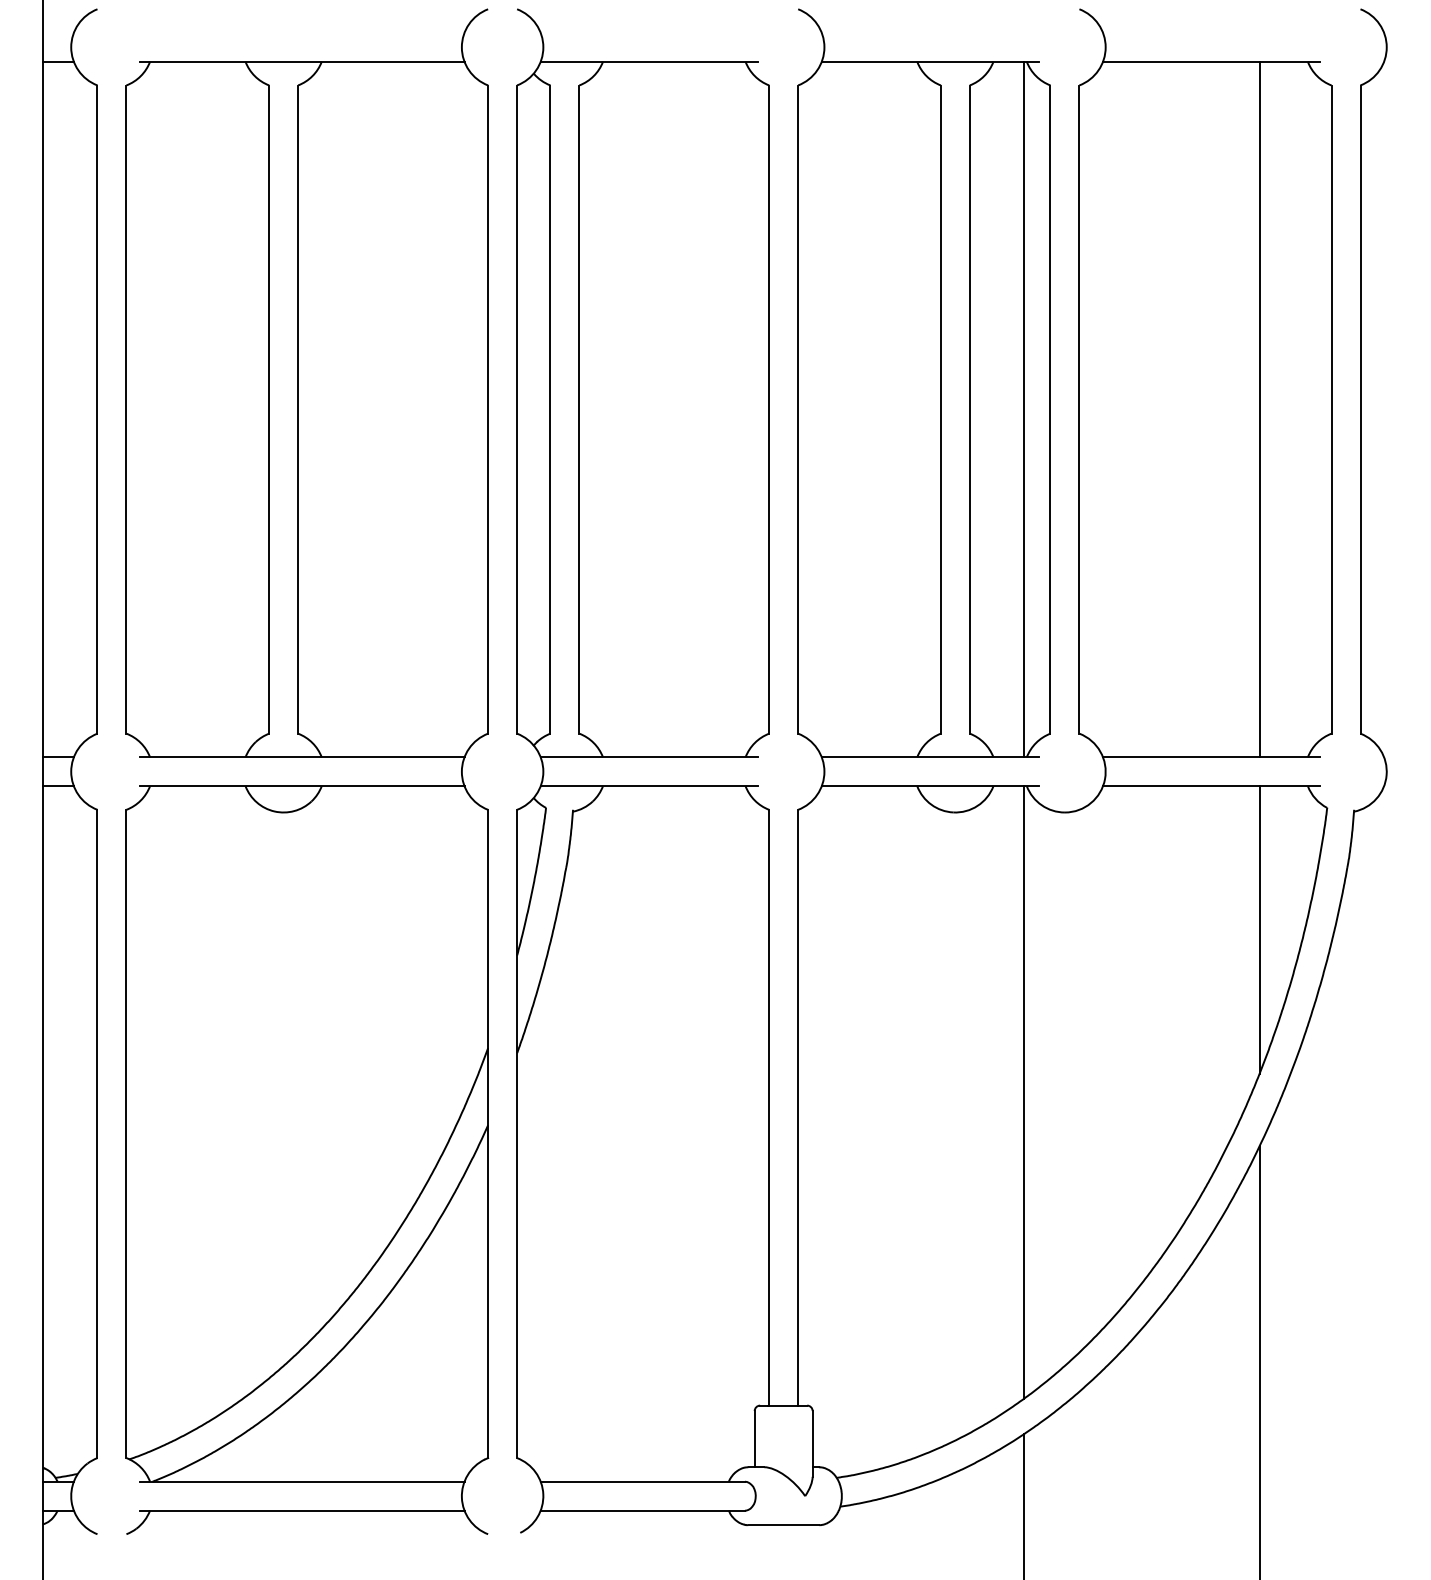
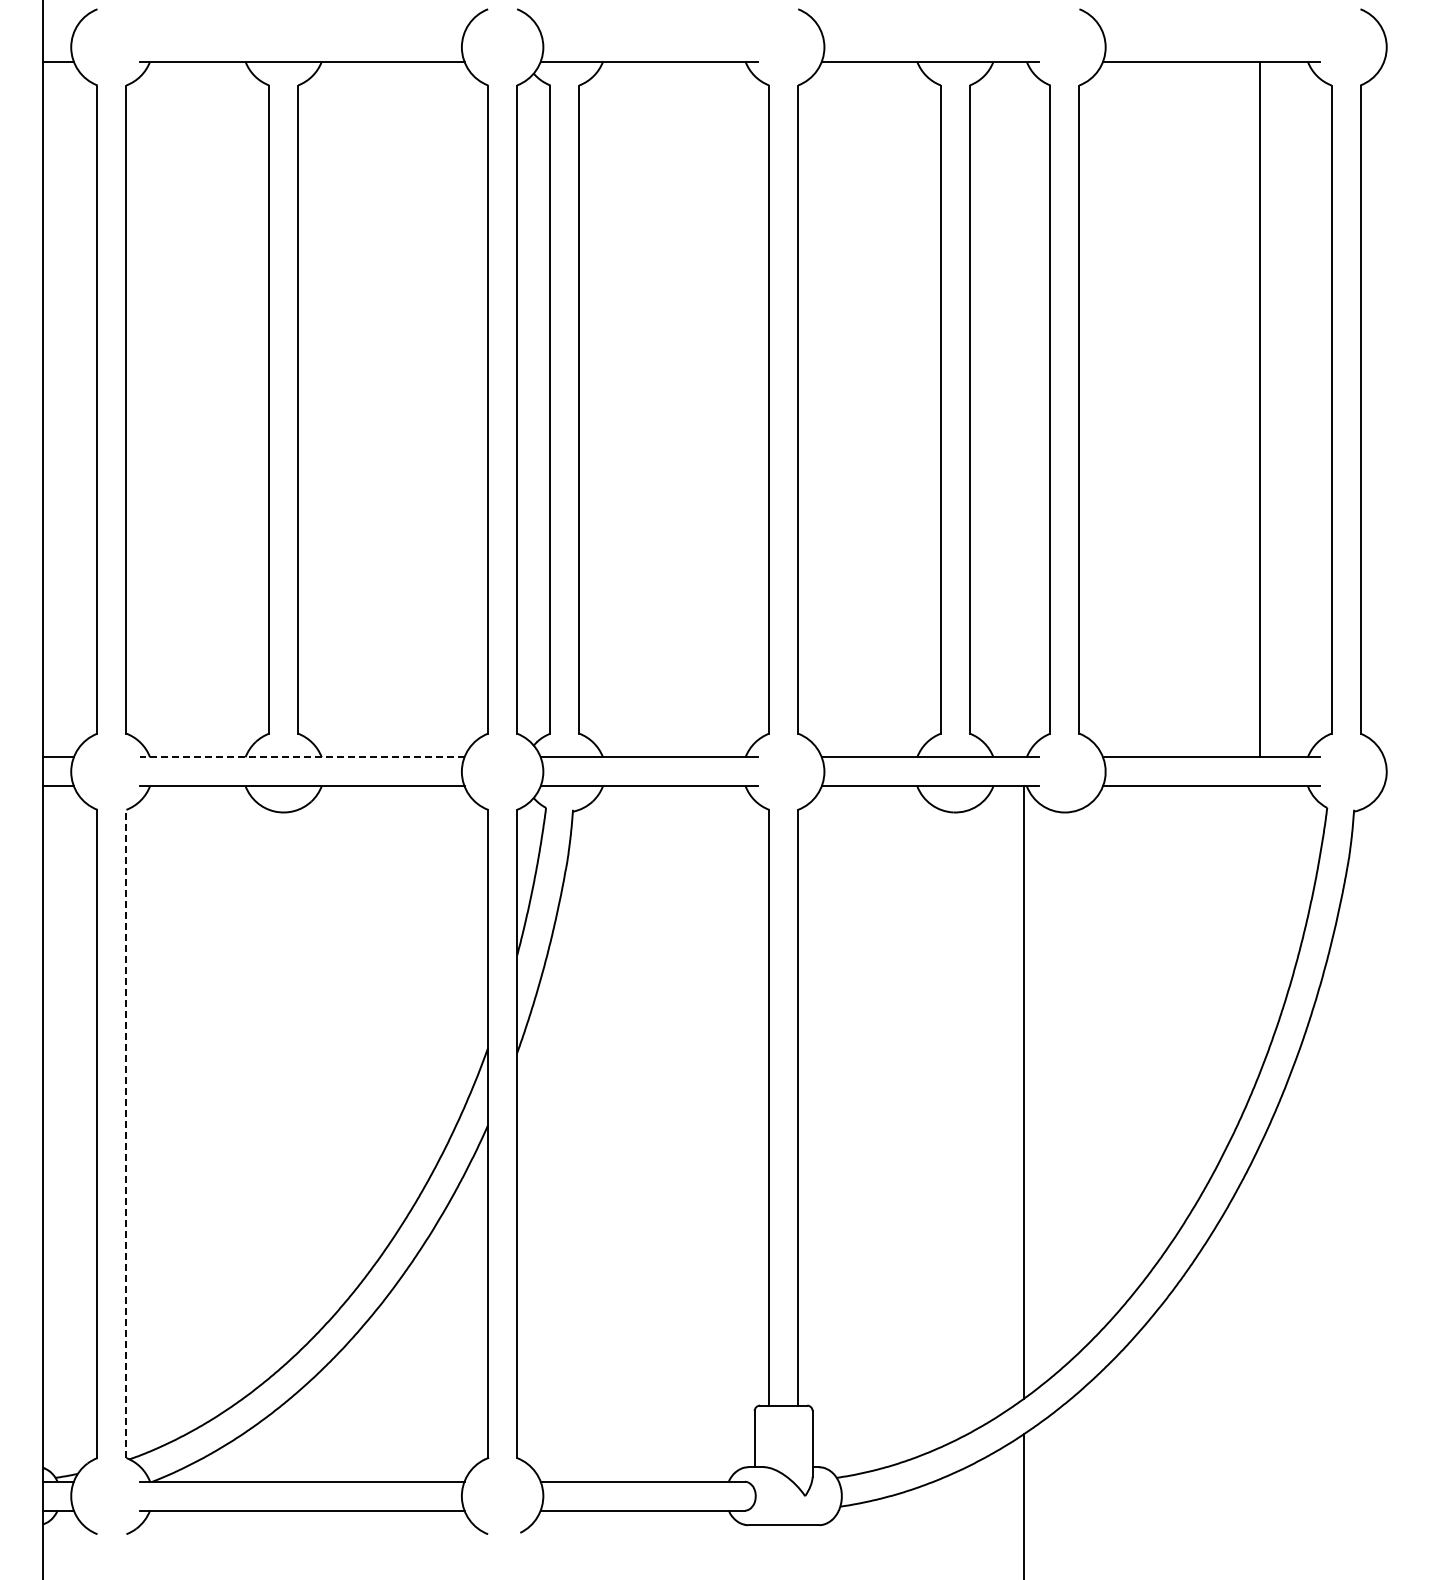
line at (1024, 409): present -> none
line at (302, 757): solid -> dashed
line at (1259, 929): present -> none
line at (126, 1133): solid -> dashed
line at (1259, 1361): present -> none
